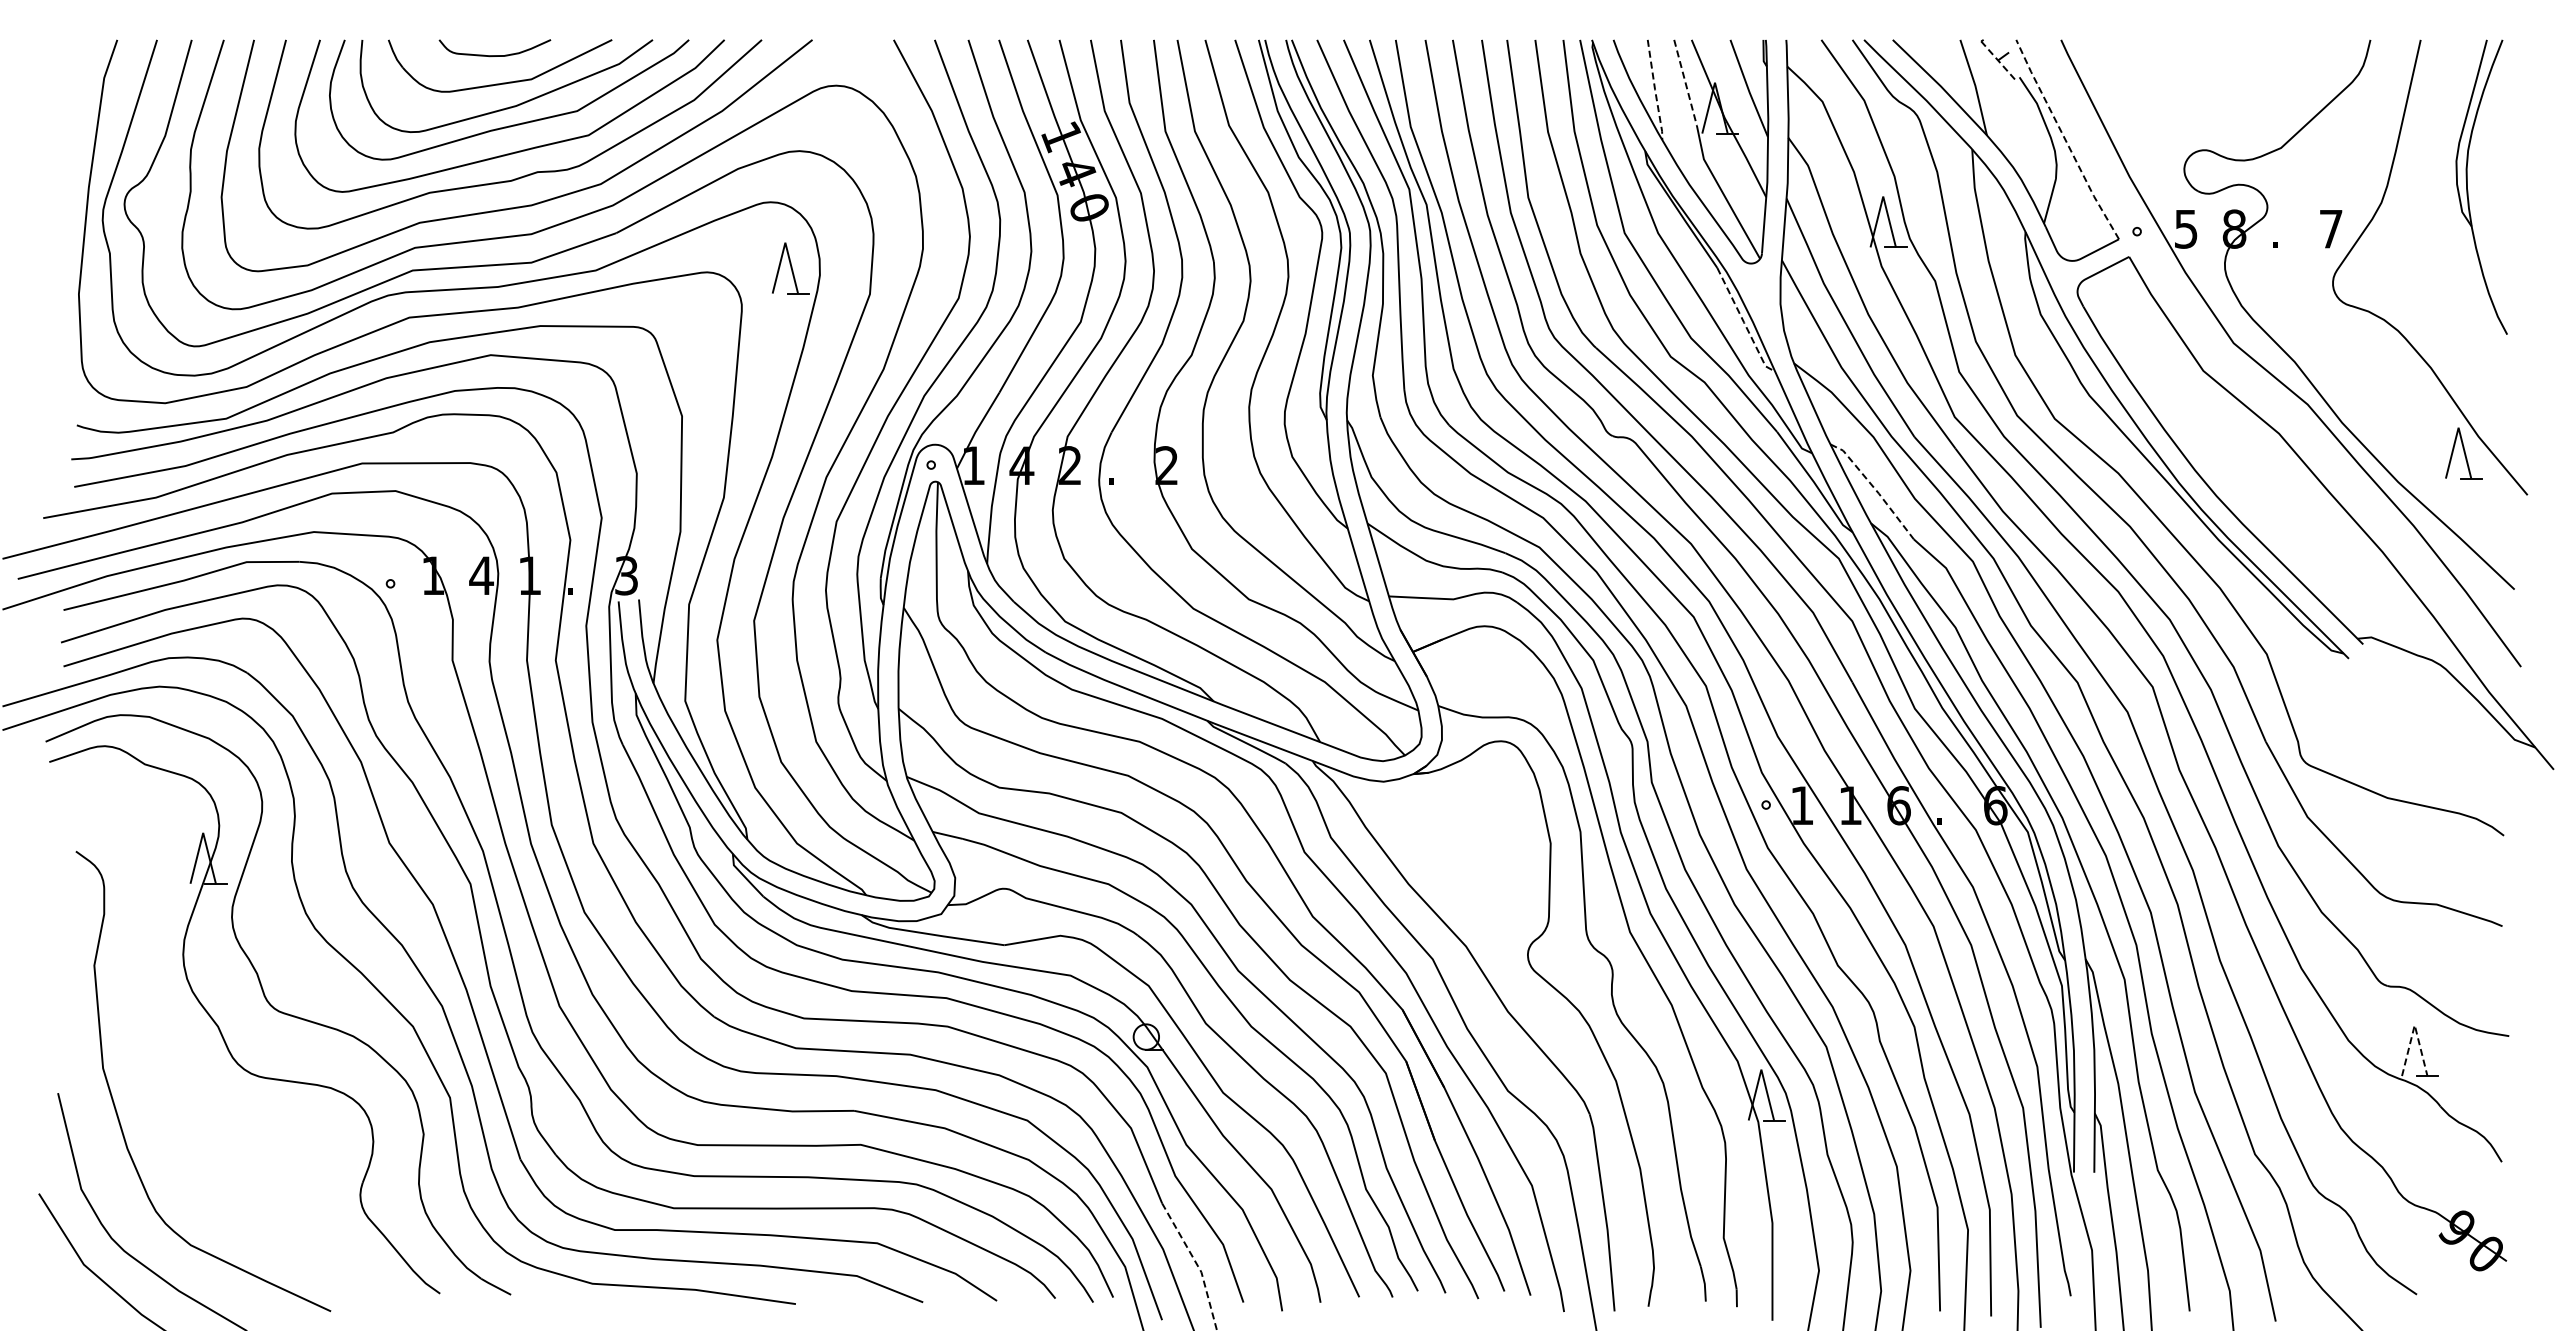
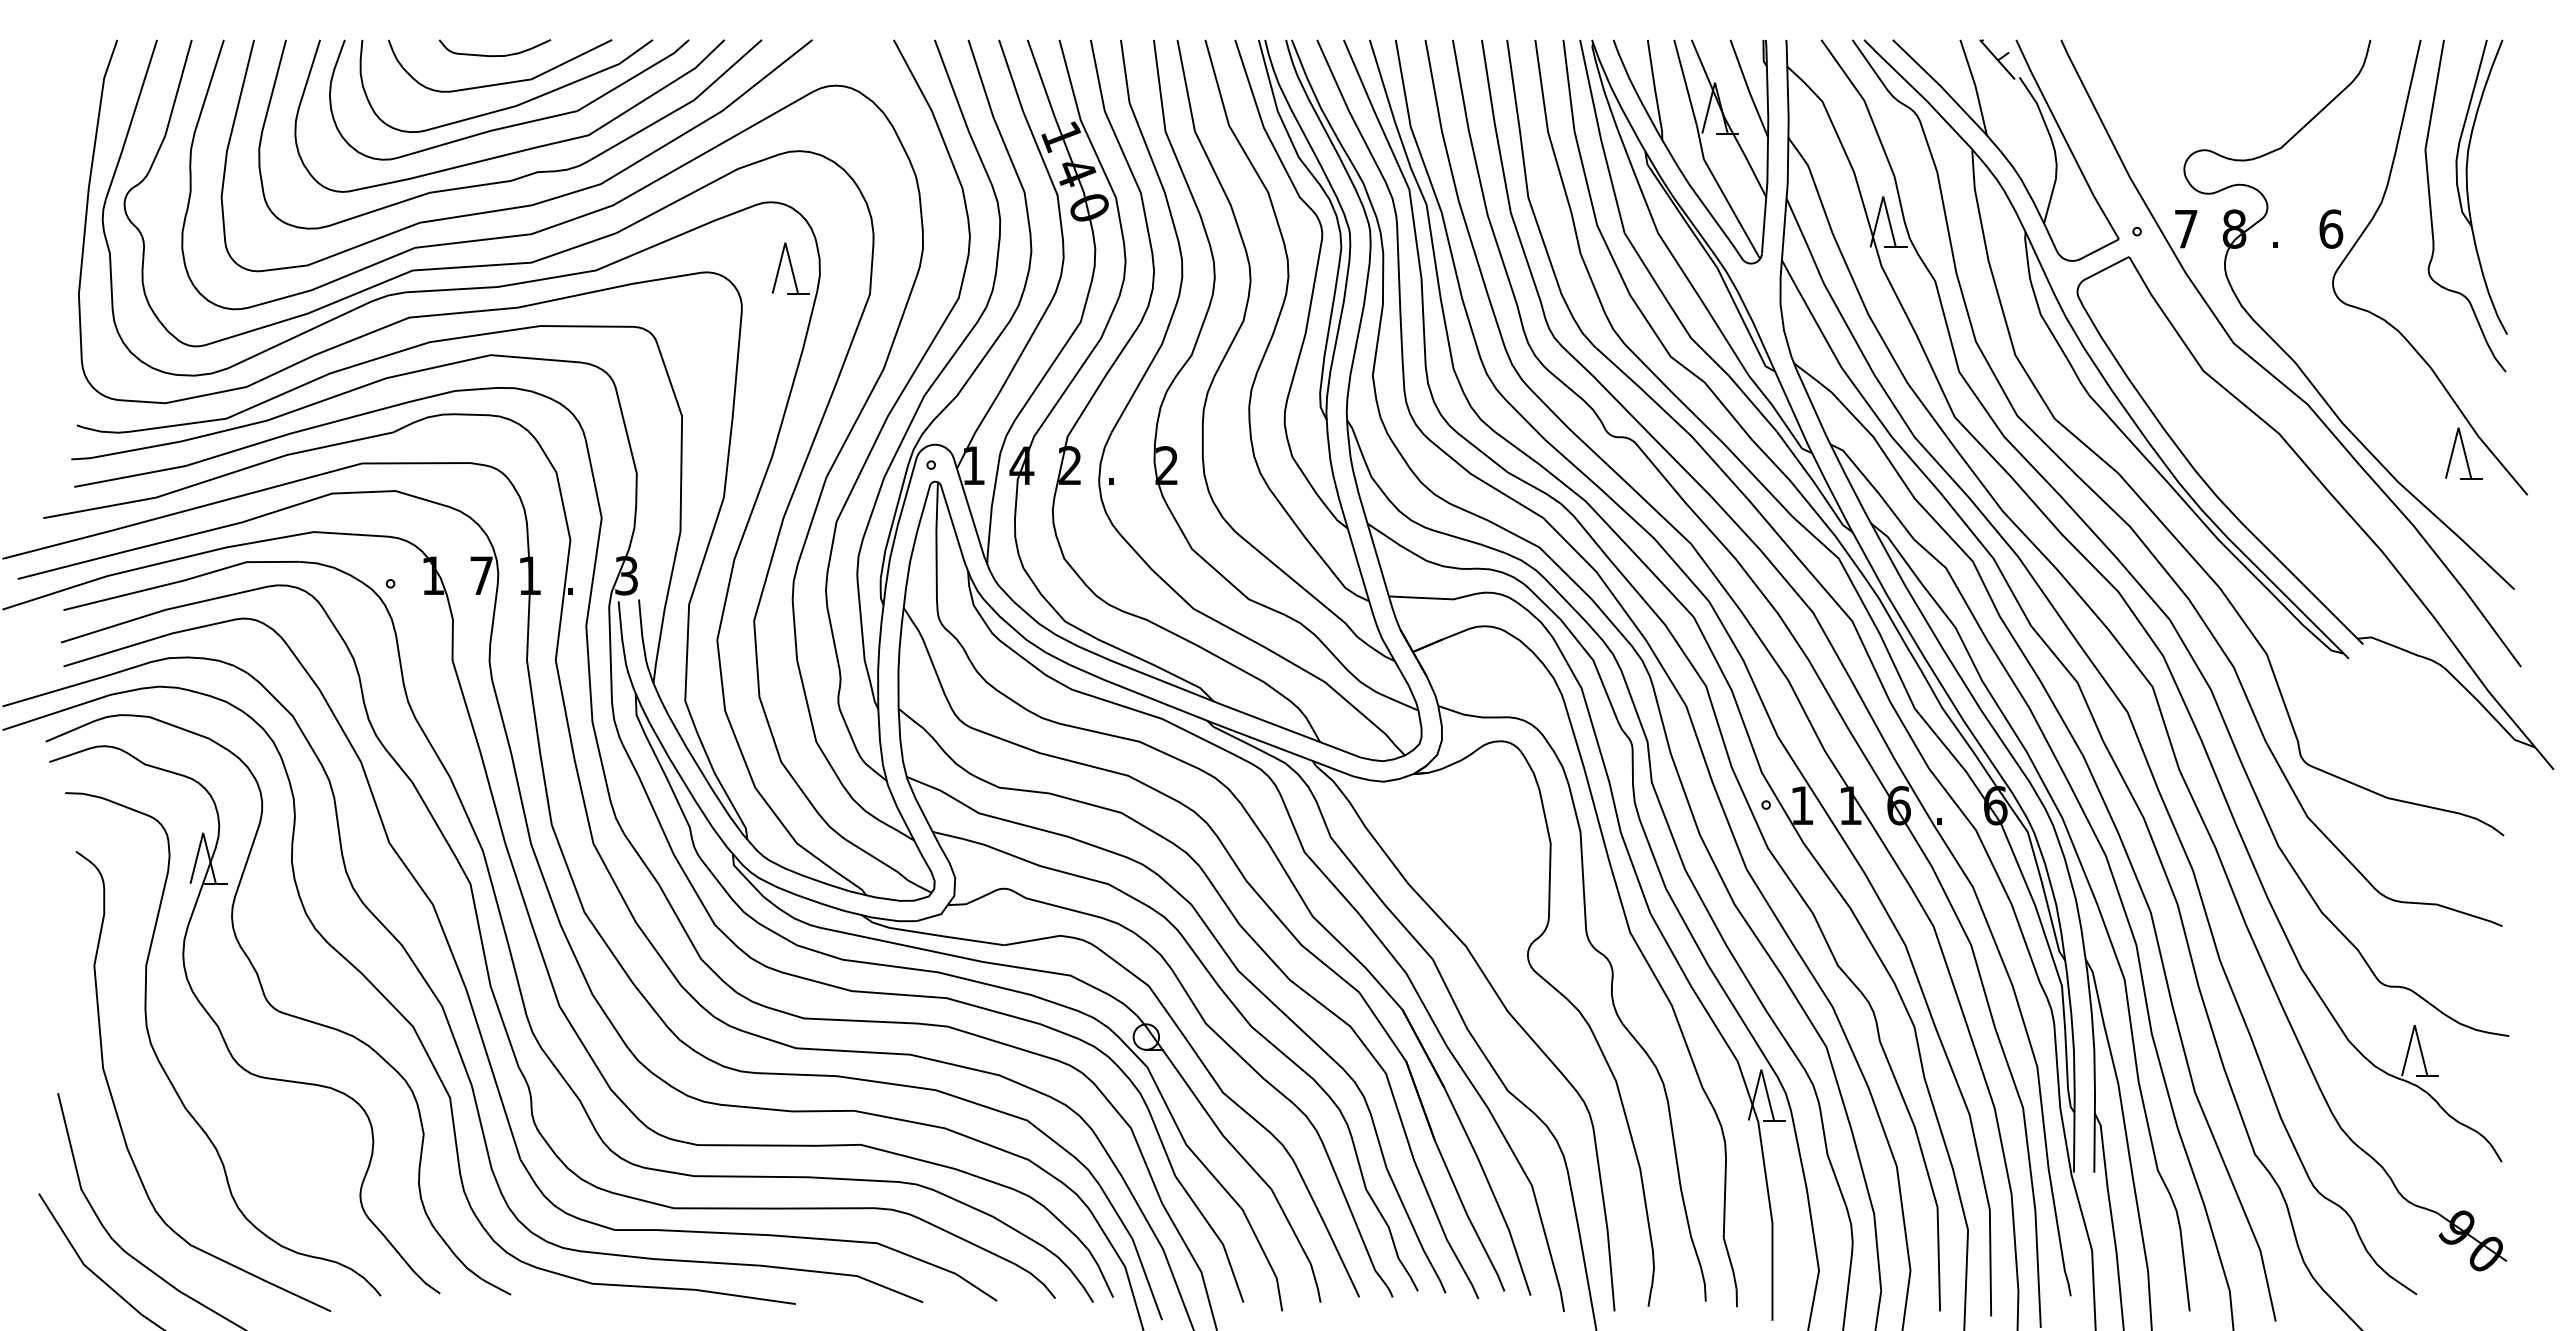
line at (1997, 59): dashed -> solid
line at (1685, 83): dashed -> solid
line at (1655, 90): dashed -> solid
line at (2065, 140): dashed -> solid
curve at (2431, 205): none -> present
text at (2331, 228): 7 -> 6
text at (2186, 229): 5 -> 7
line at (1744, 322): dashed -> solid
line at (1875, 488): dashed -> solid
text at (481, 575): 4 -> 7
line at (2414, 1025): dashed -> solid
curve at (169, 1077): none -> present
line at (1196, 1264): dashed -> solid
